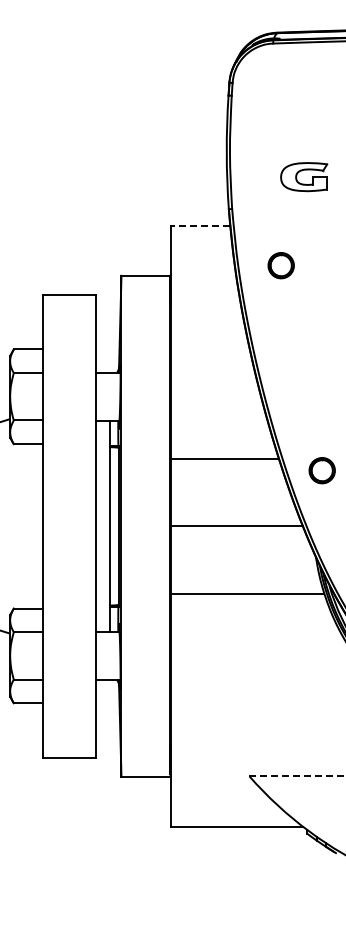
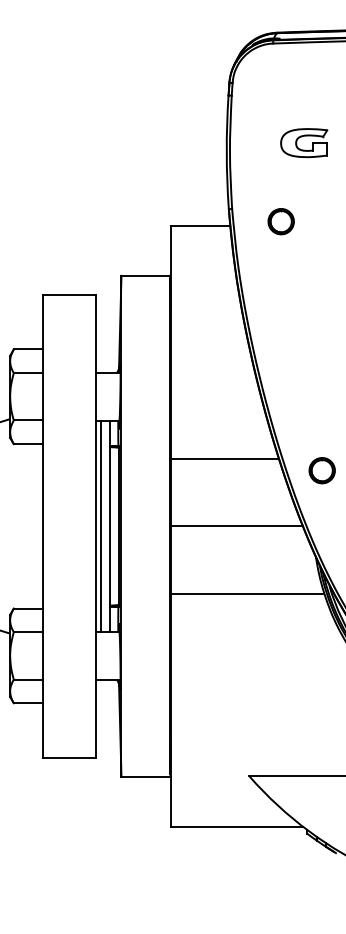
part at (304, 177) position: (304, 177) -> (304, 143)
line at (200, 225): dashed -> solid
part at (280, 265) position: (280, 265) -> (280, 221)
line at (100, 526): none -> present
line at (297, 776): dashed -> solid
